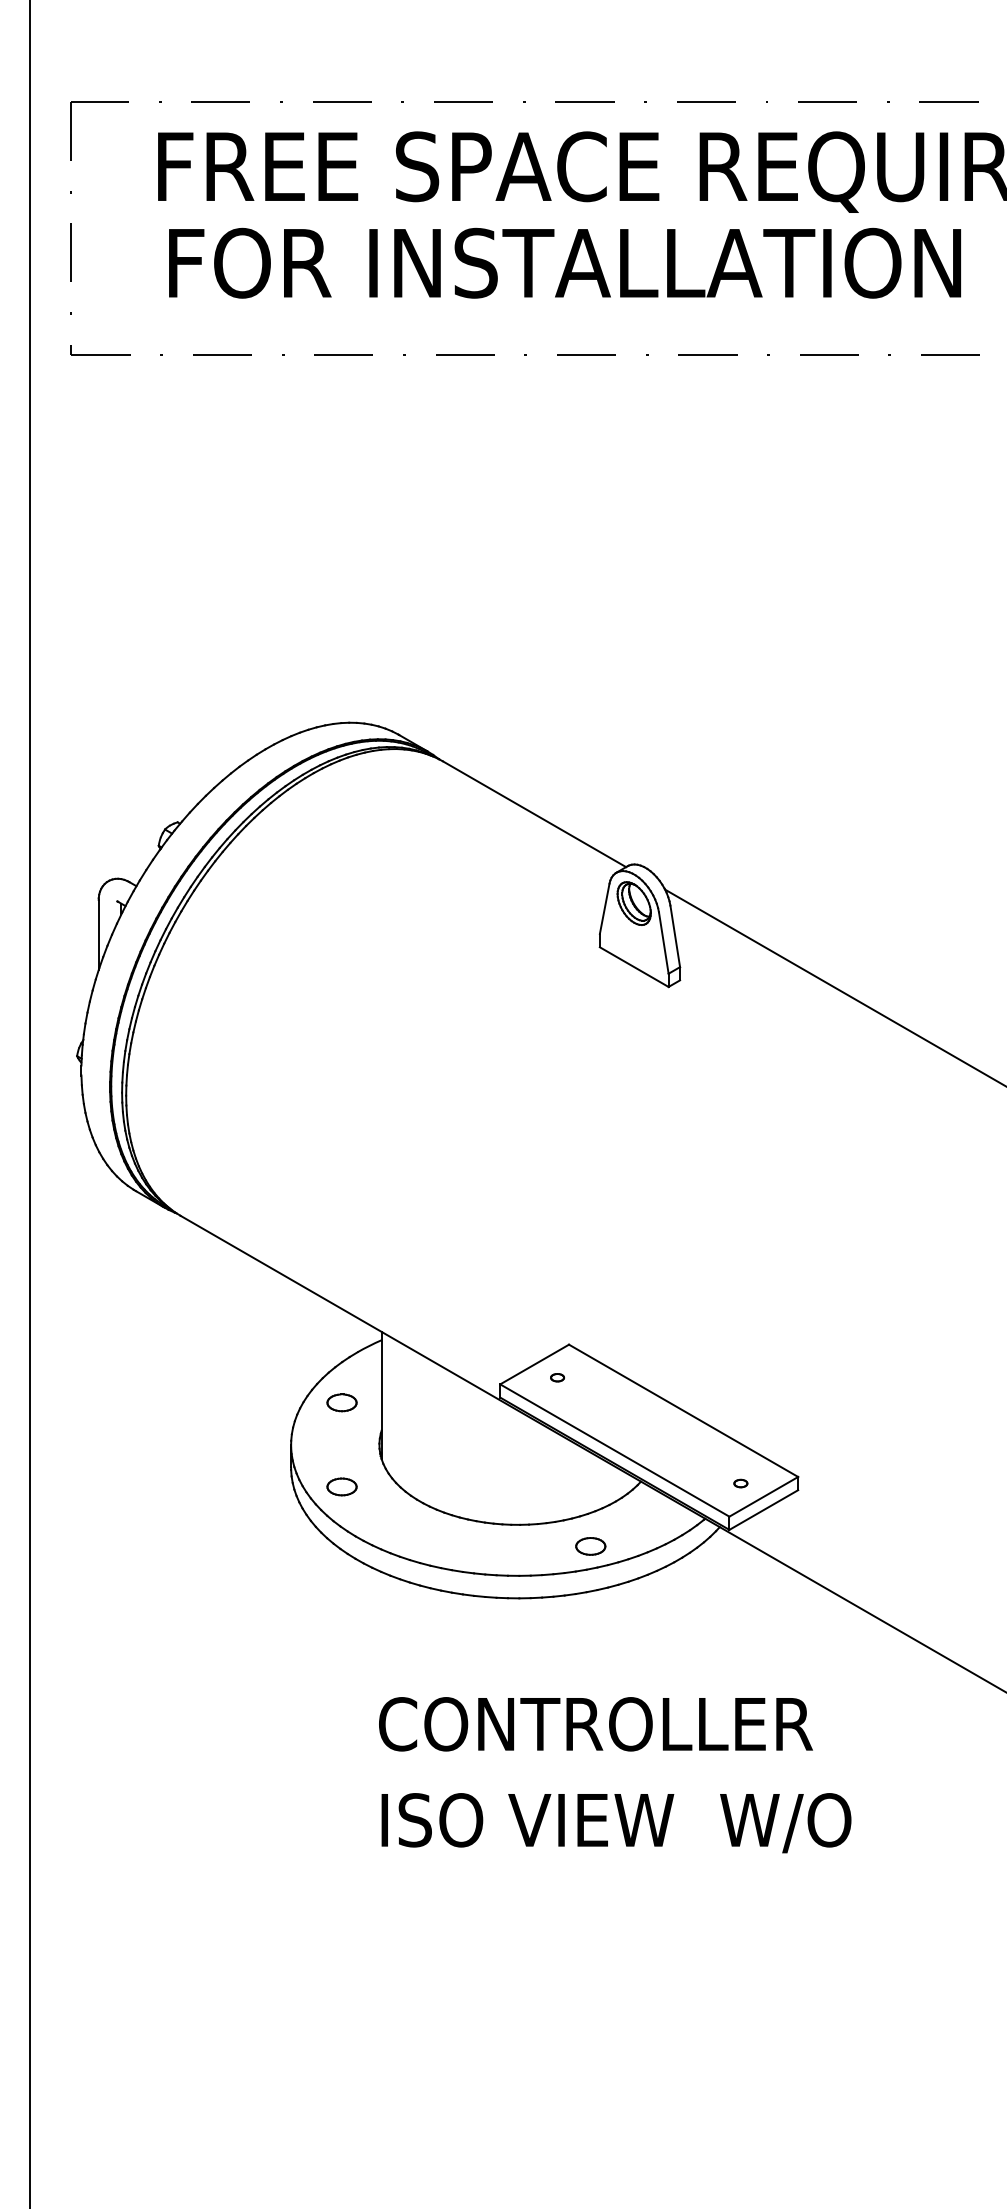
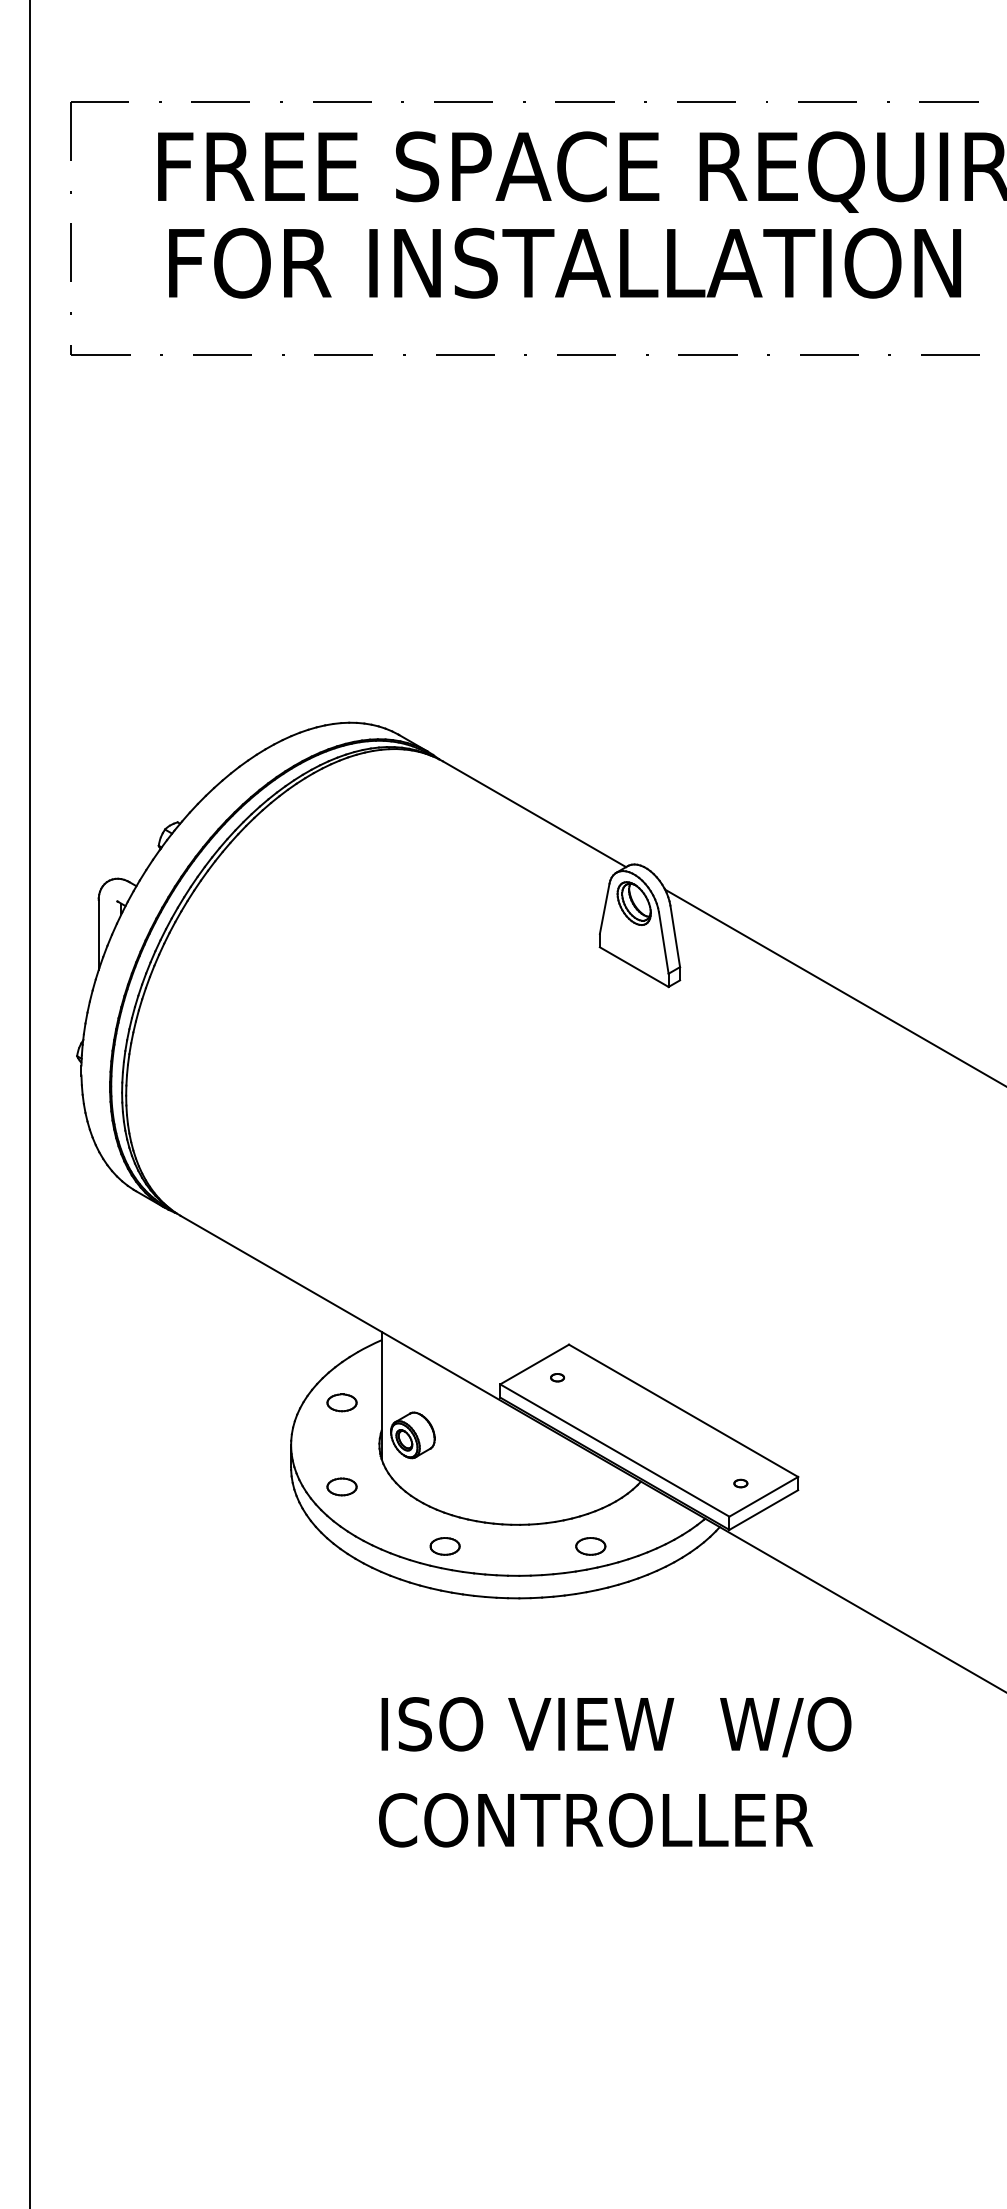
part at (412, 1435): none -> present
part at (444, 1546): none -> present
text at (615, 1727): CONTROLLER -> ISO VIEW  W/O
text at (615, 1823): ISO VIEW  W/O -> CONTROLLER
